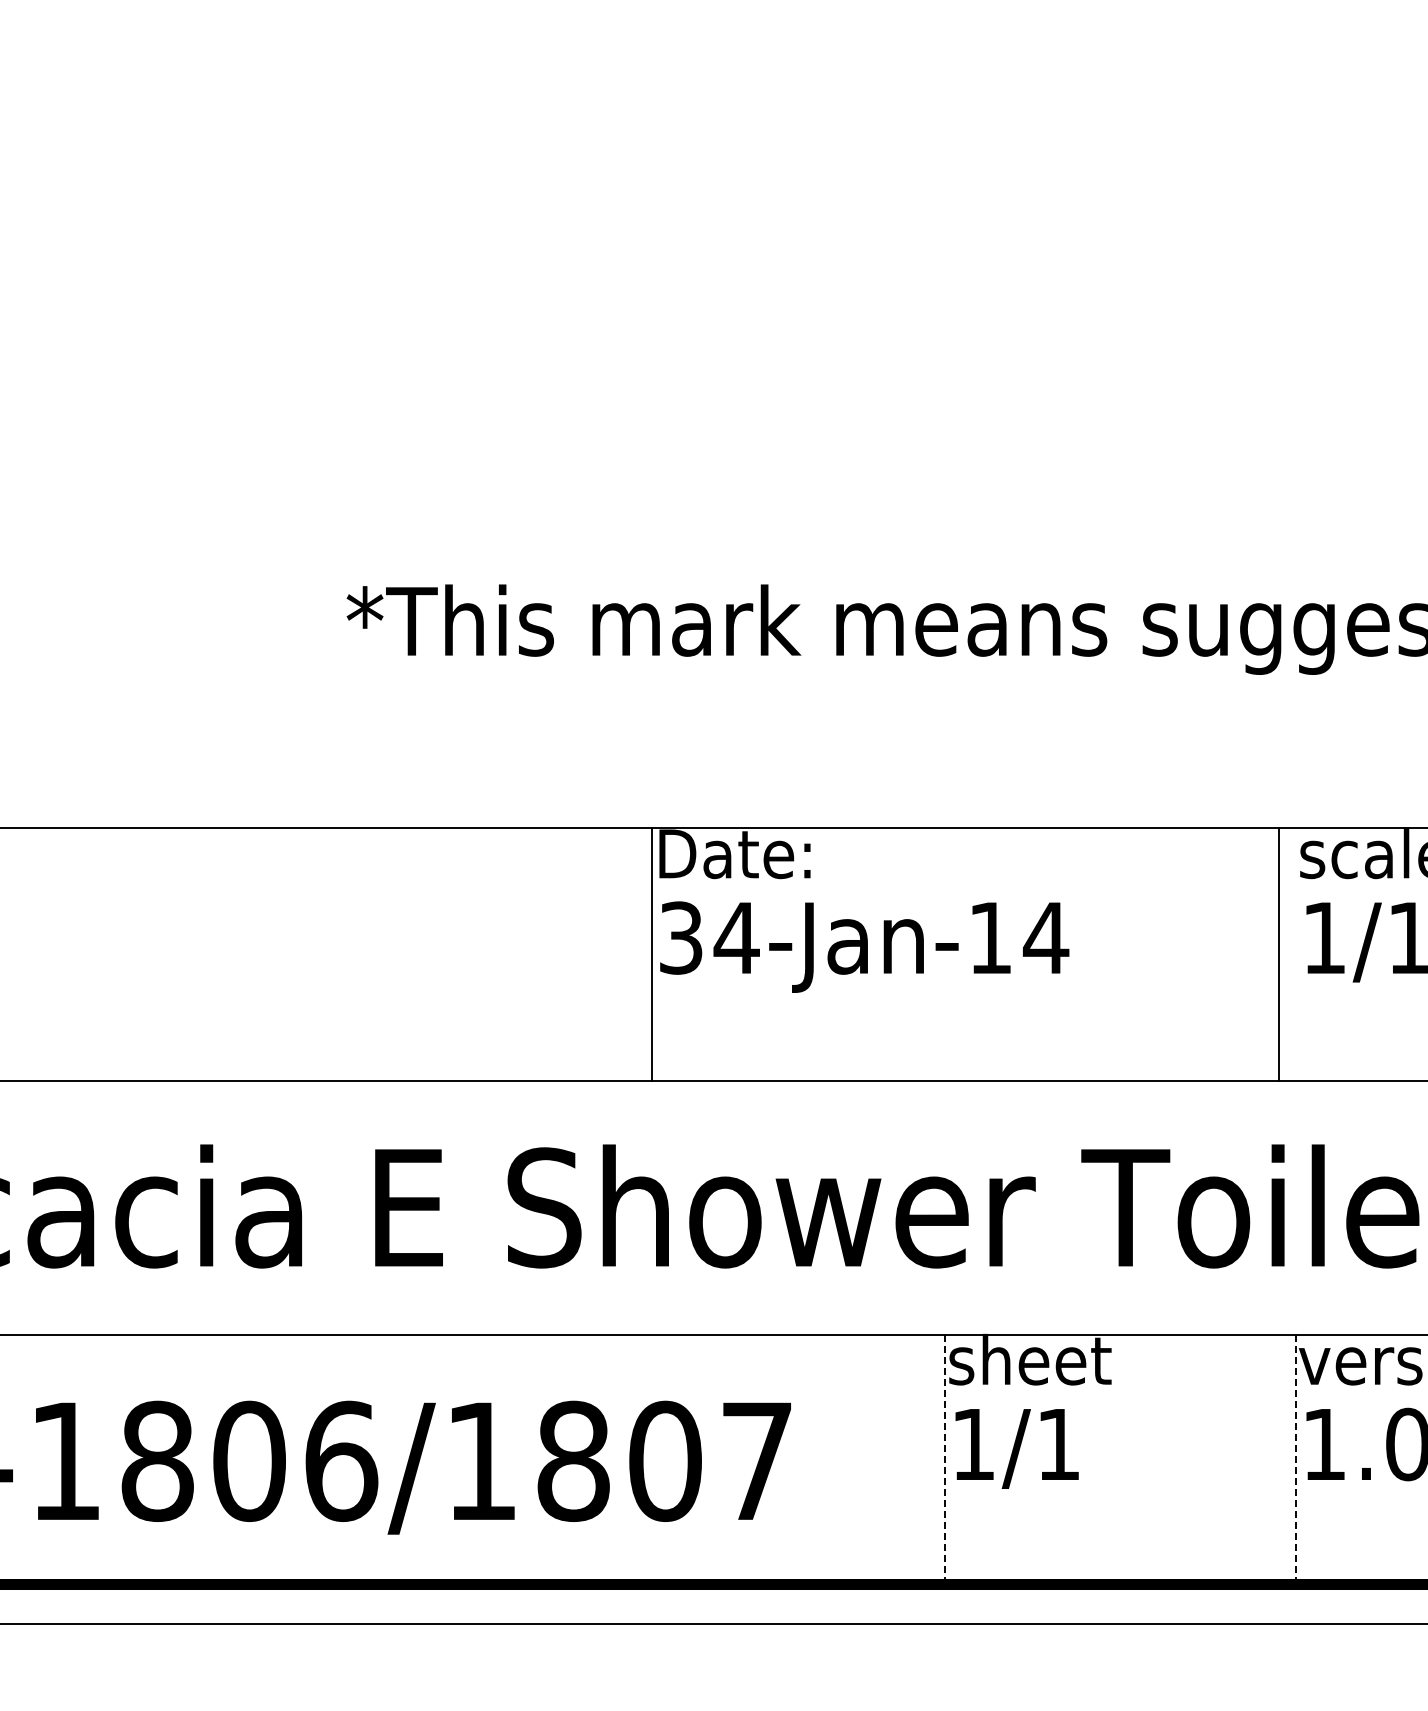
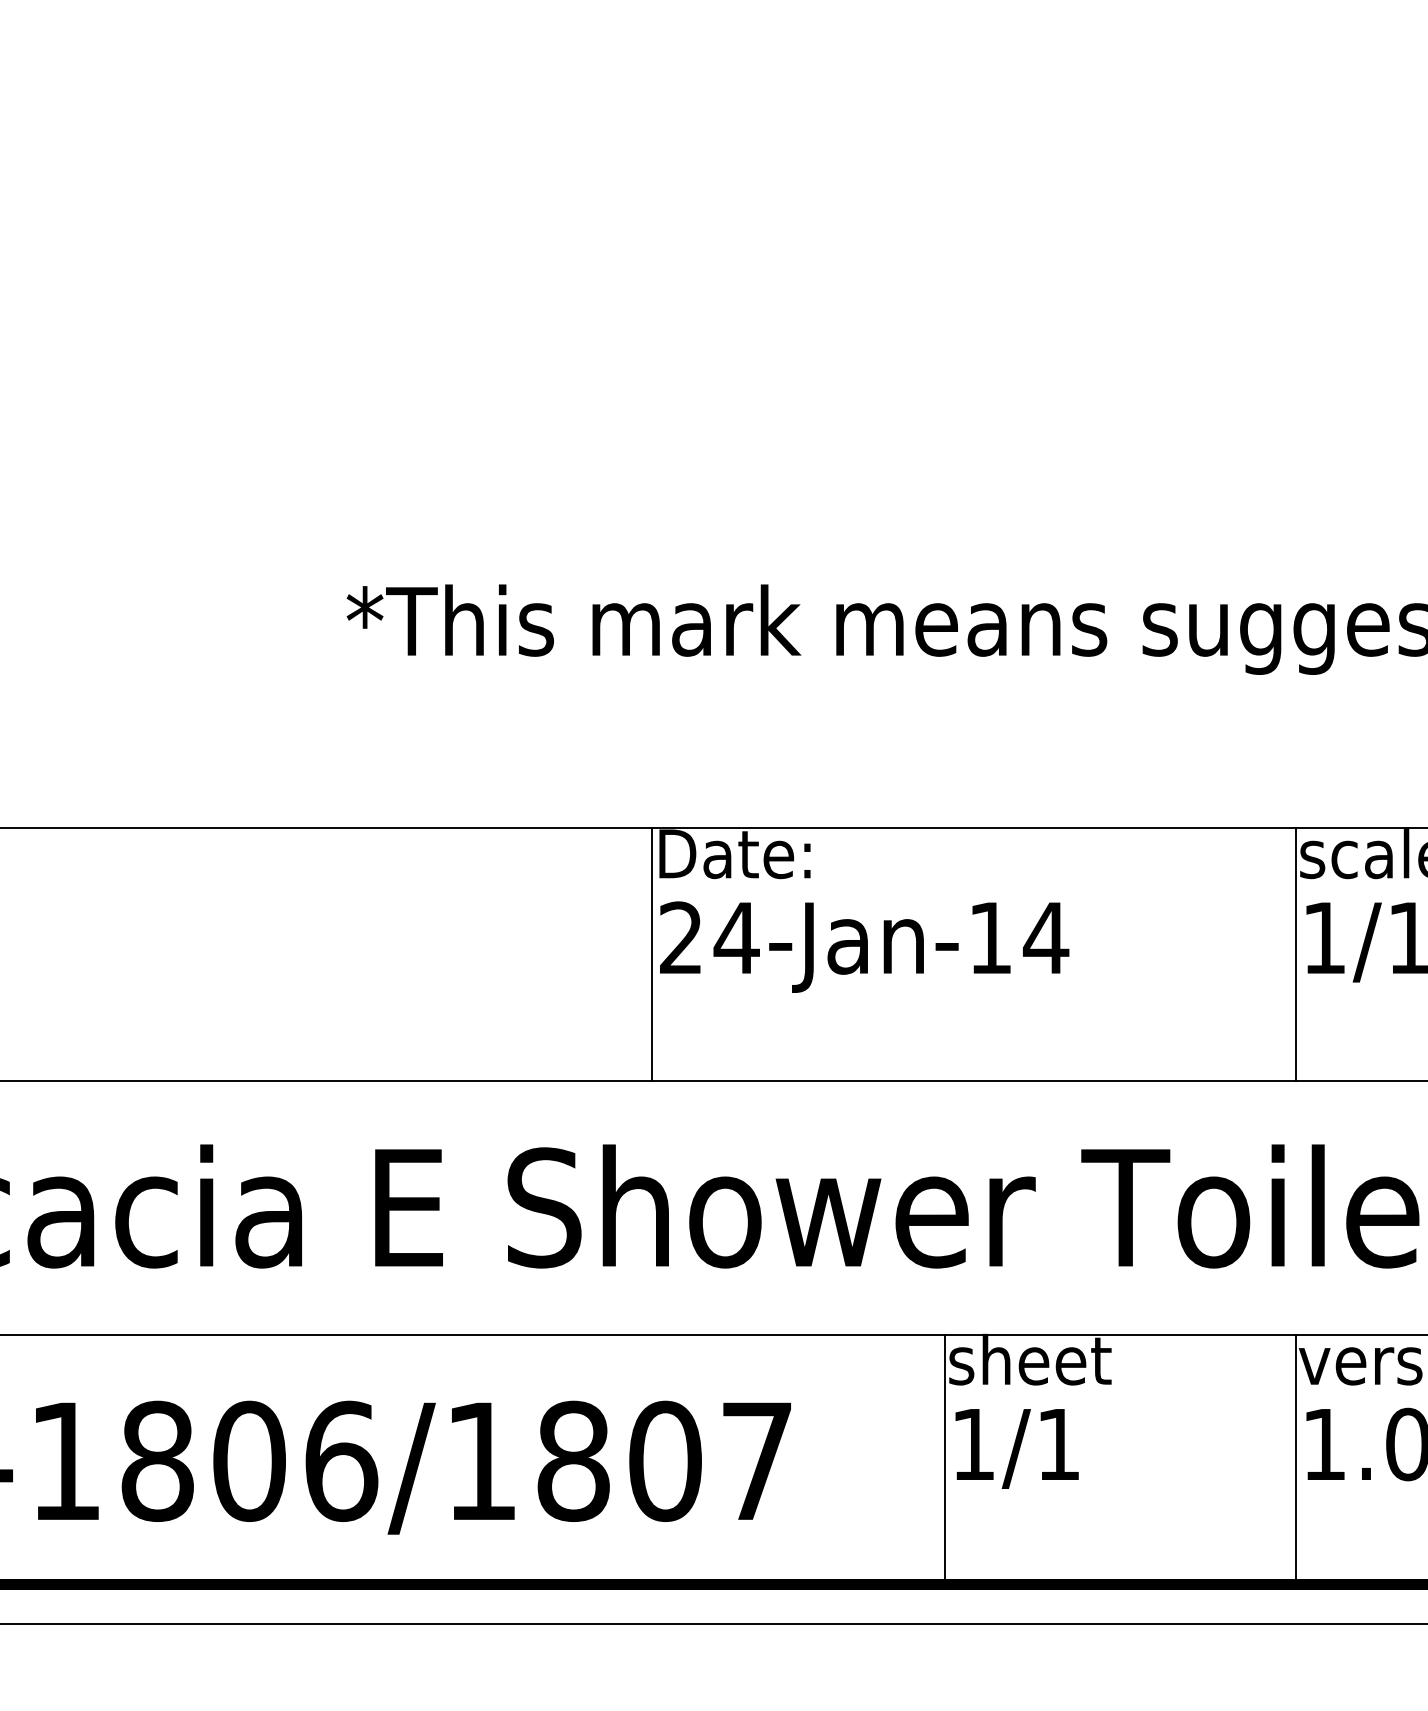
text at (681, 937): 34-Jan-14 -> 24-Jan-14
line at (1278, 954) position: (1278, 954) -> (1295, 954)
line at (944, 1461): dashed -> solid
line at (1295, 1461): dashed -> solid
